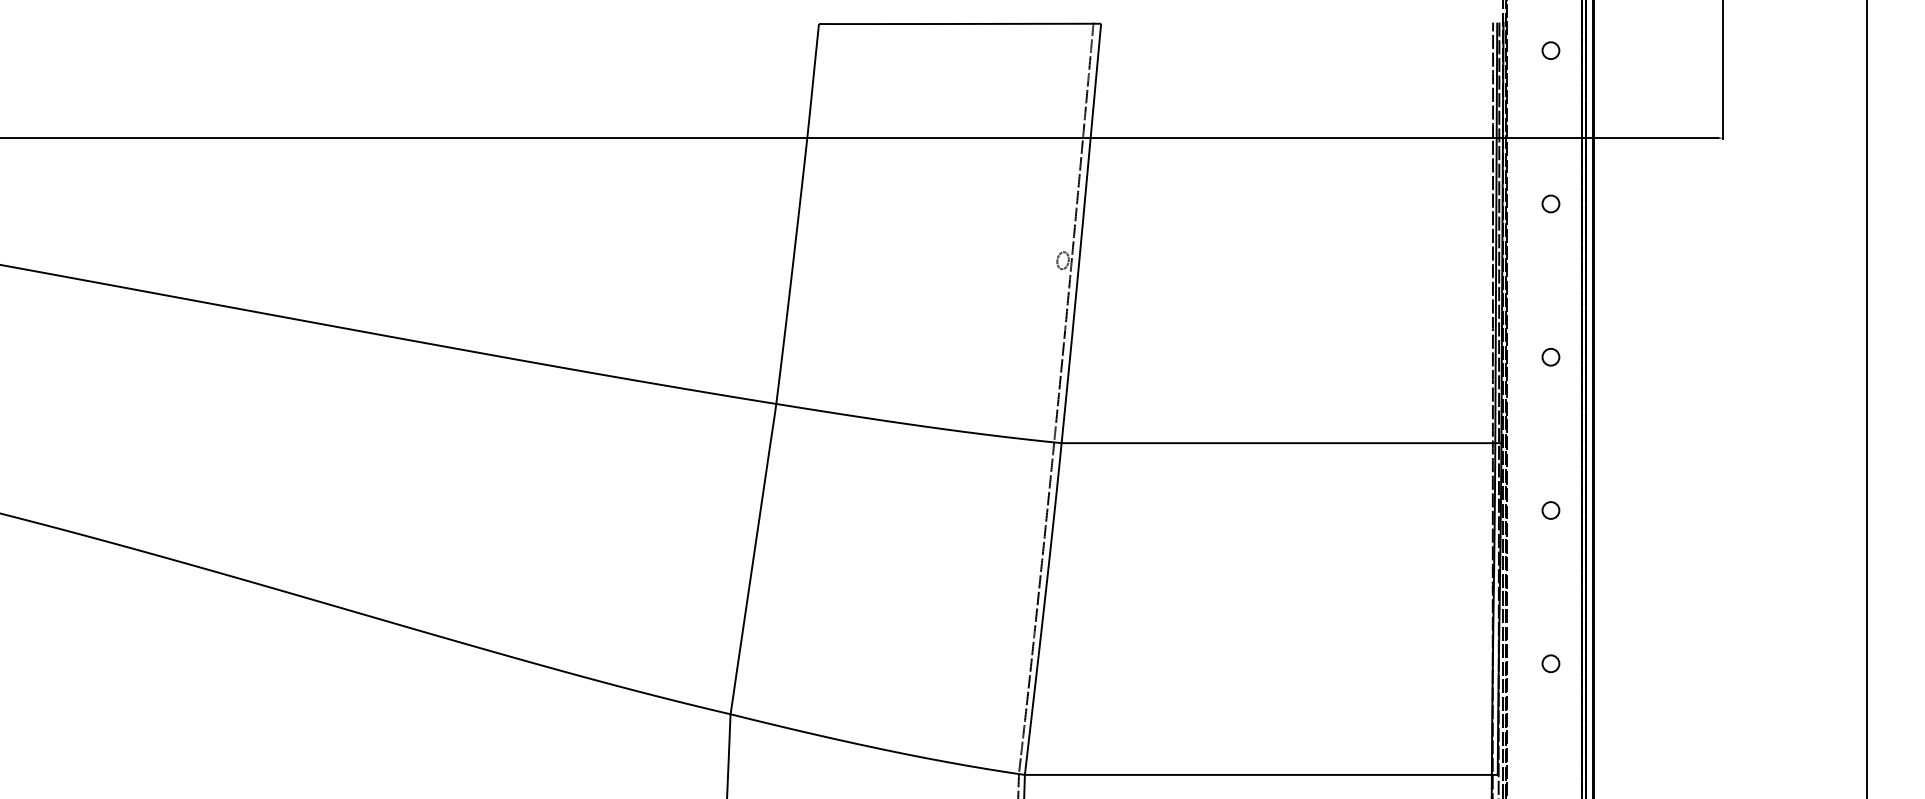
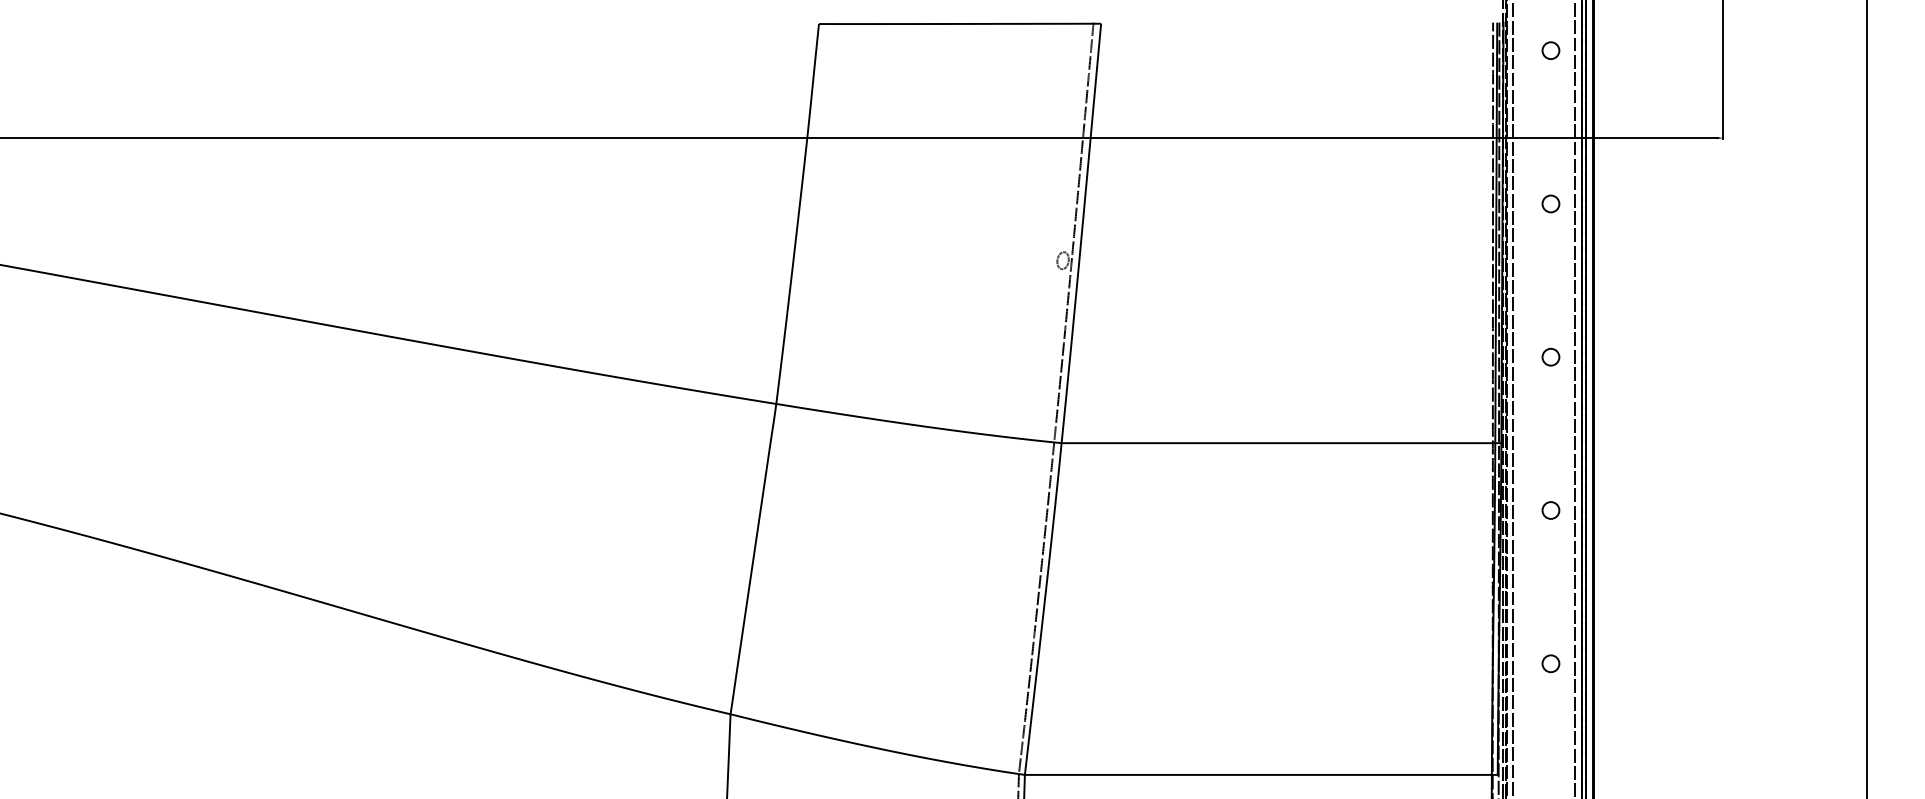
line at (1513, 398): none -> present
line at (1575, 398): none -> present
